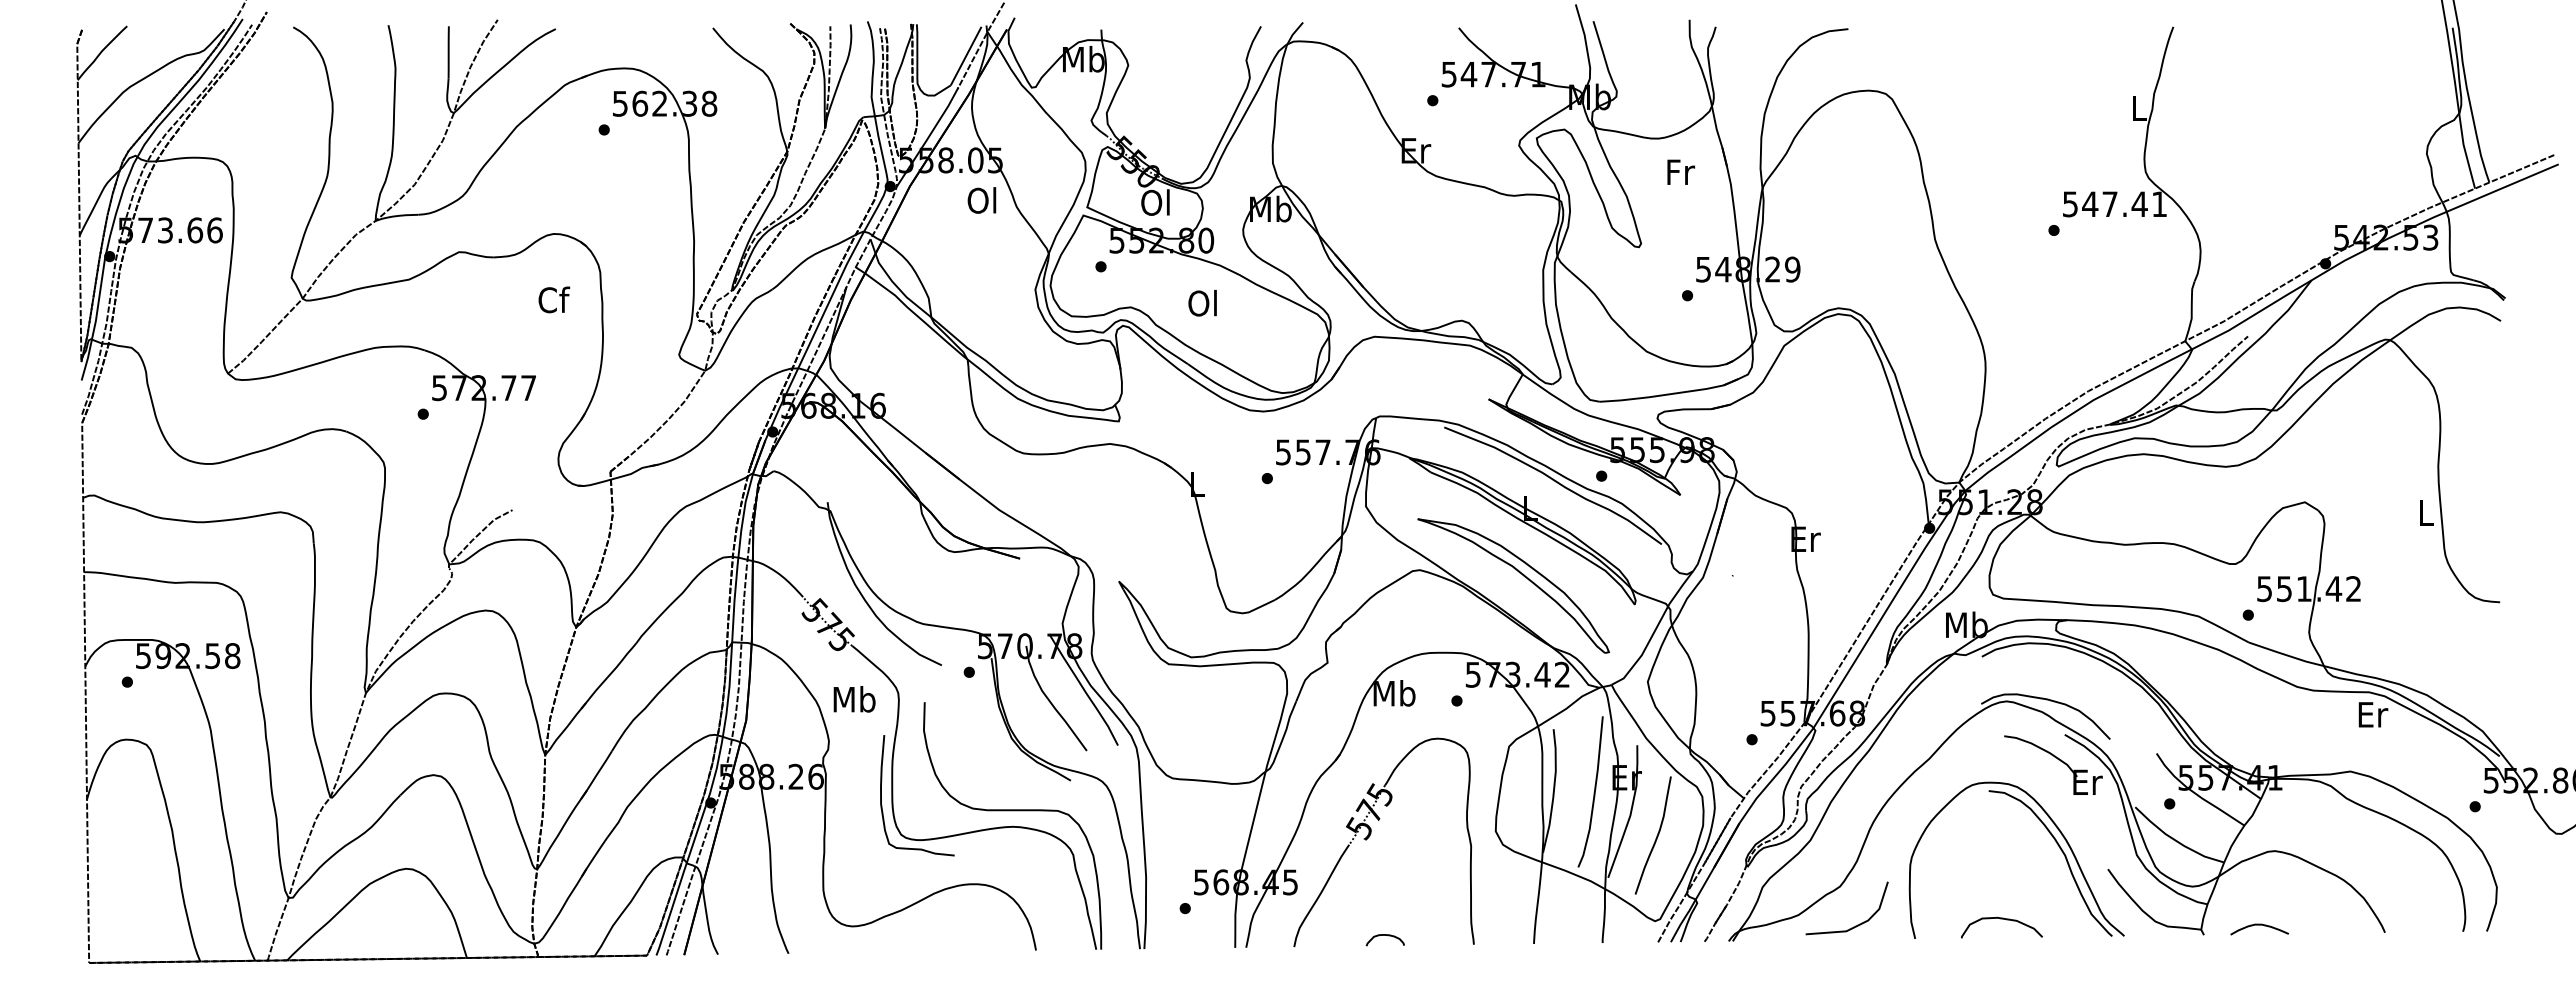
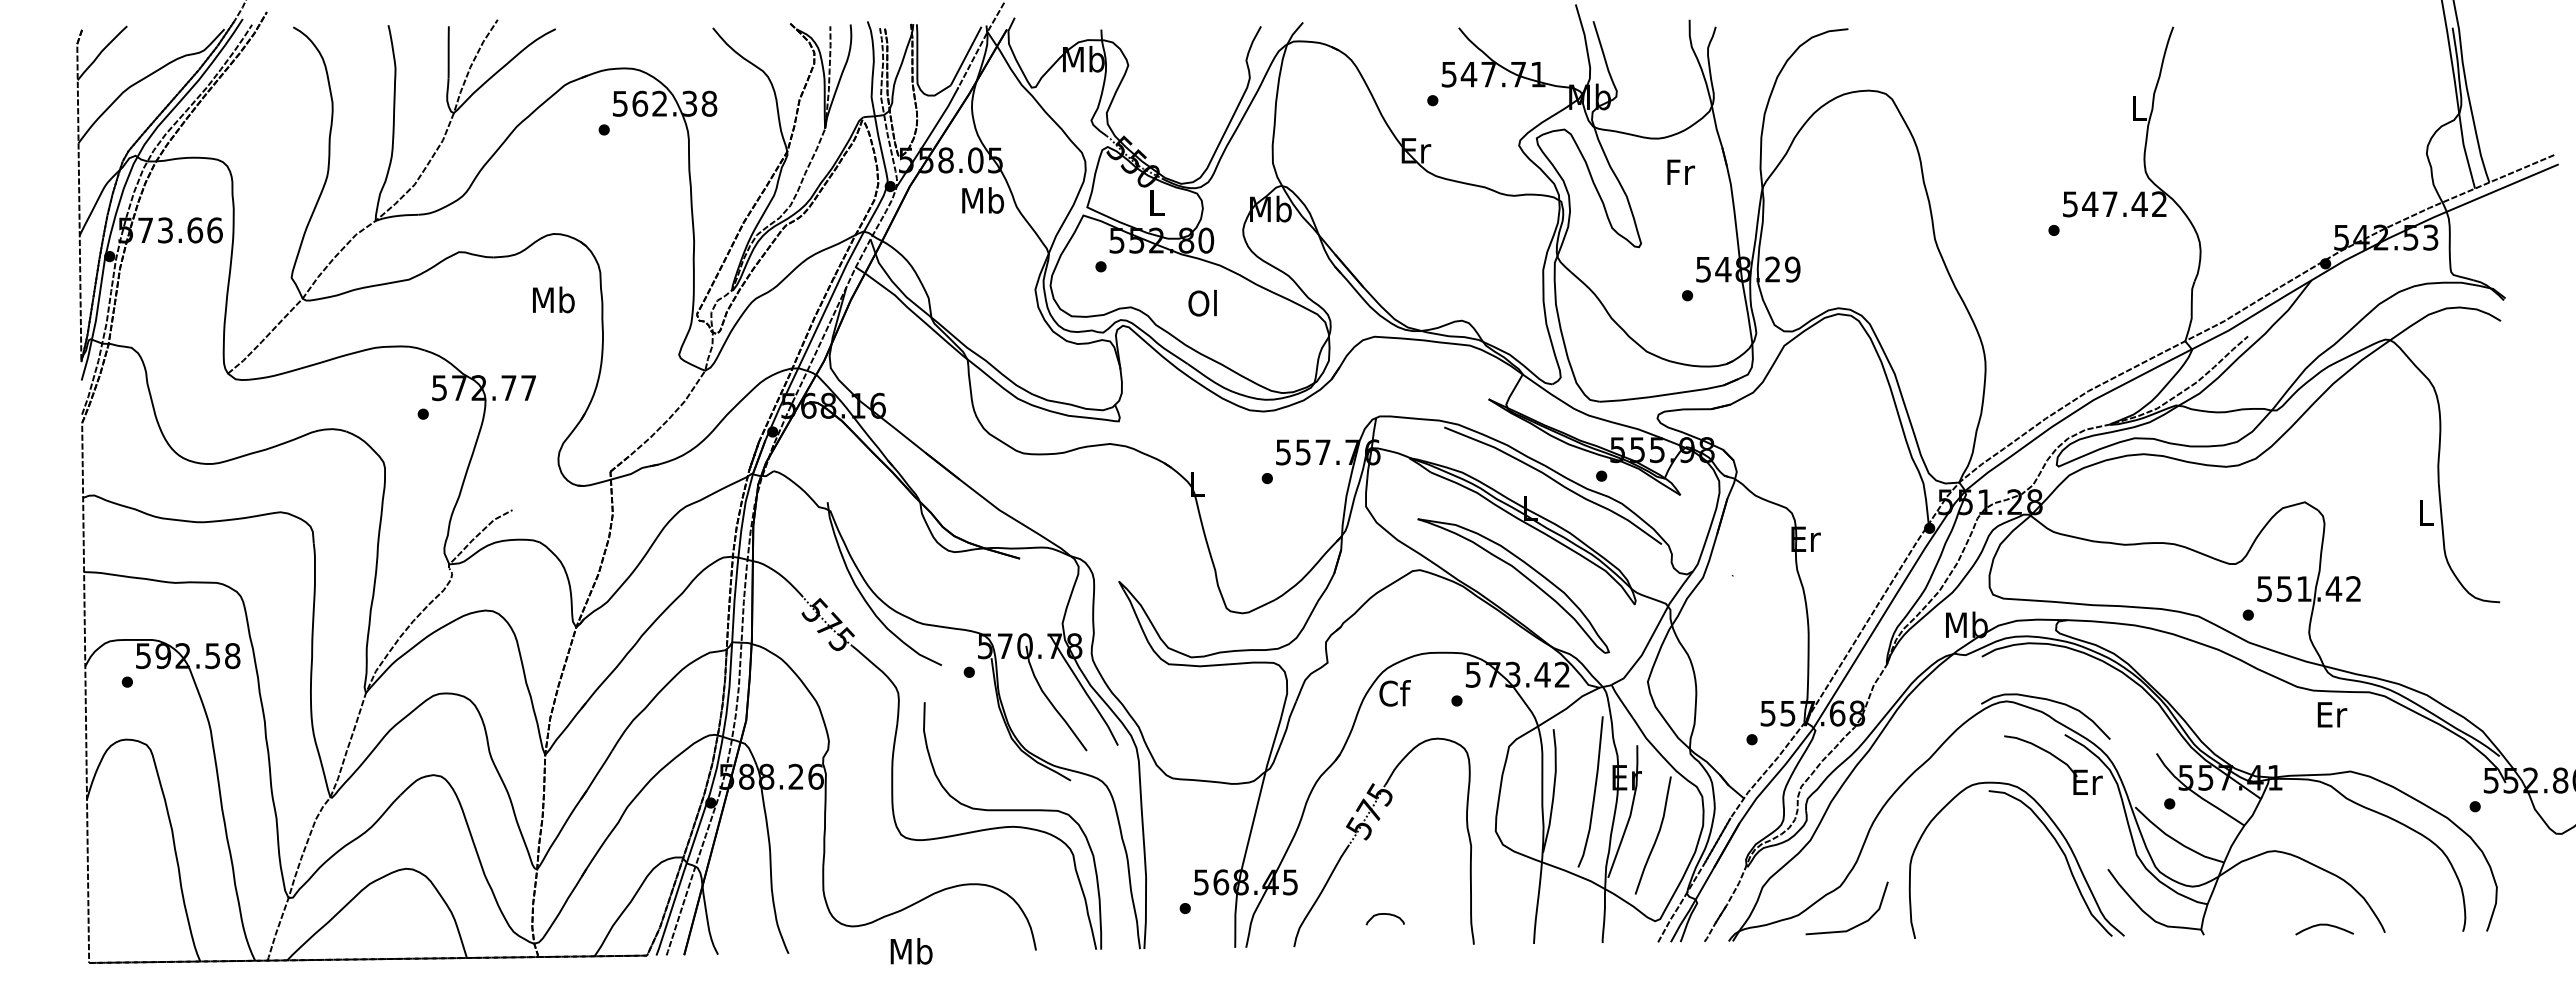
text at (983, 200): Ol -> Mb
text at (1155, 202): Ol -> L
text at (2159, 203): 547.41 -> 547.42
text at (553, 299): Cf -> Mb
text at (1394, 693): Mb -> Cf
text at (854, 699) position: (854, 699) -> (911, 951)
text at (2373, 714) position: (2373, 714) -> (2332, 714)
curve at (881, 795): present -> none
curve at (2001, 919): present -> none
curve at (2259, 925) position: (2259, 925) -> (2324, 925)
curve at (1384, 935) position: (1384, 935) -> (1384, 914)
